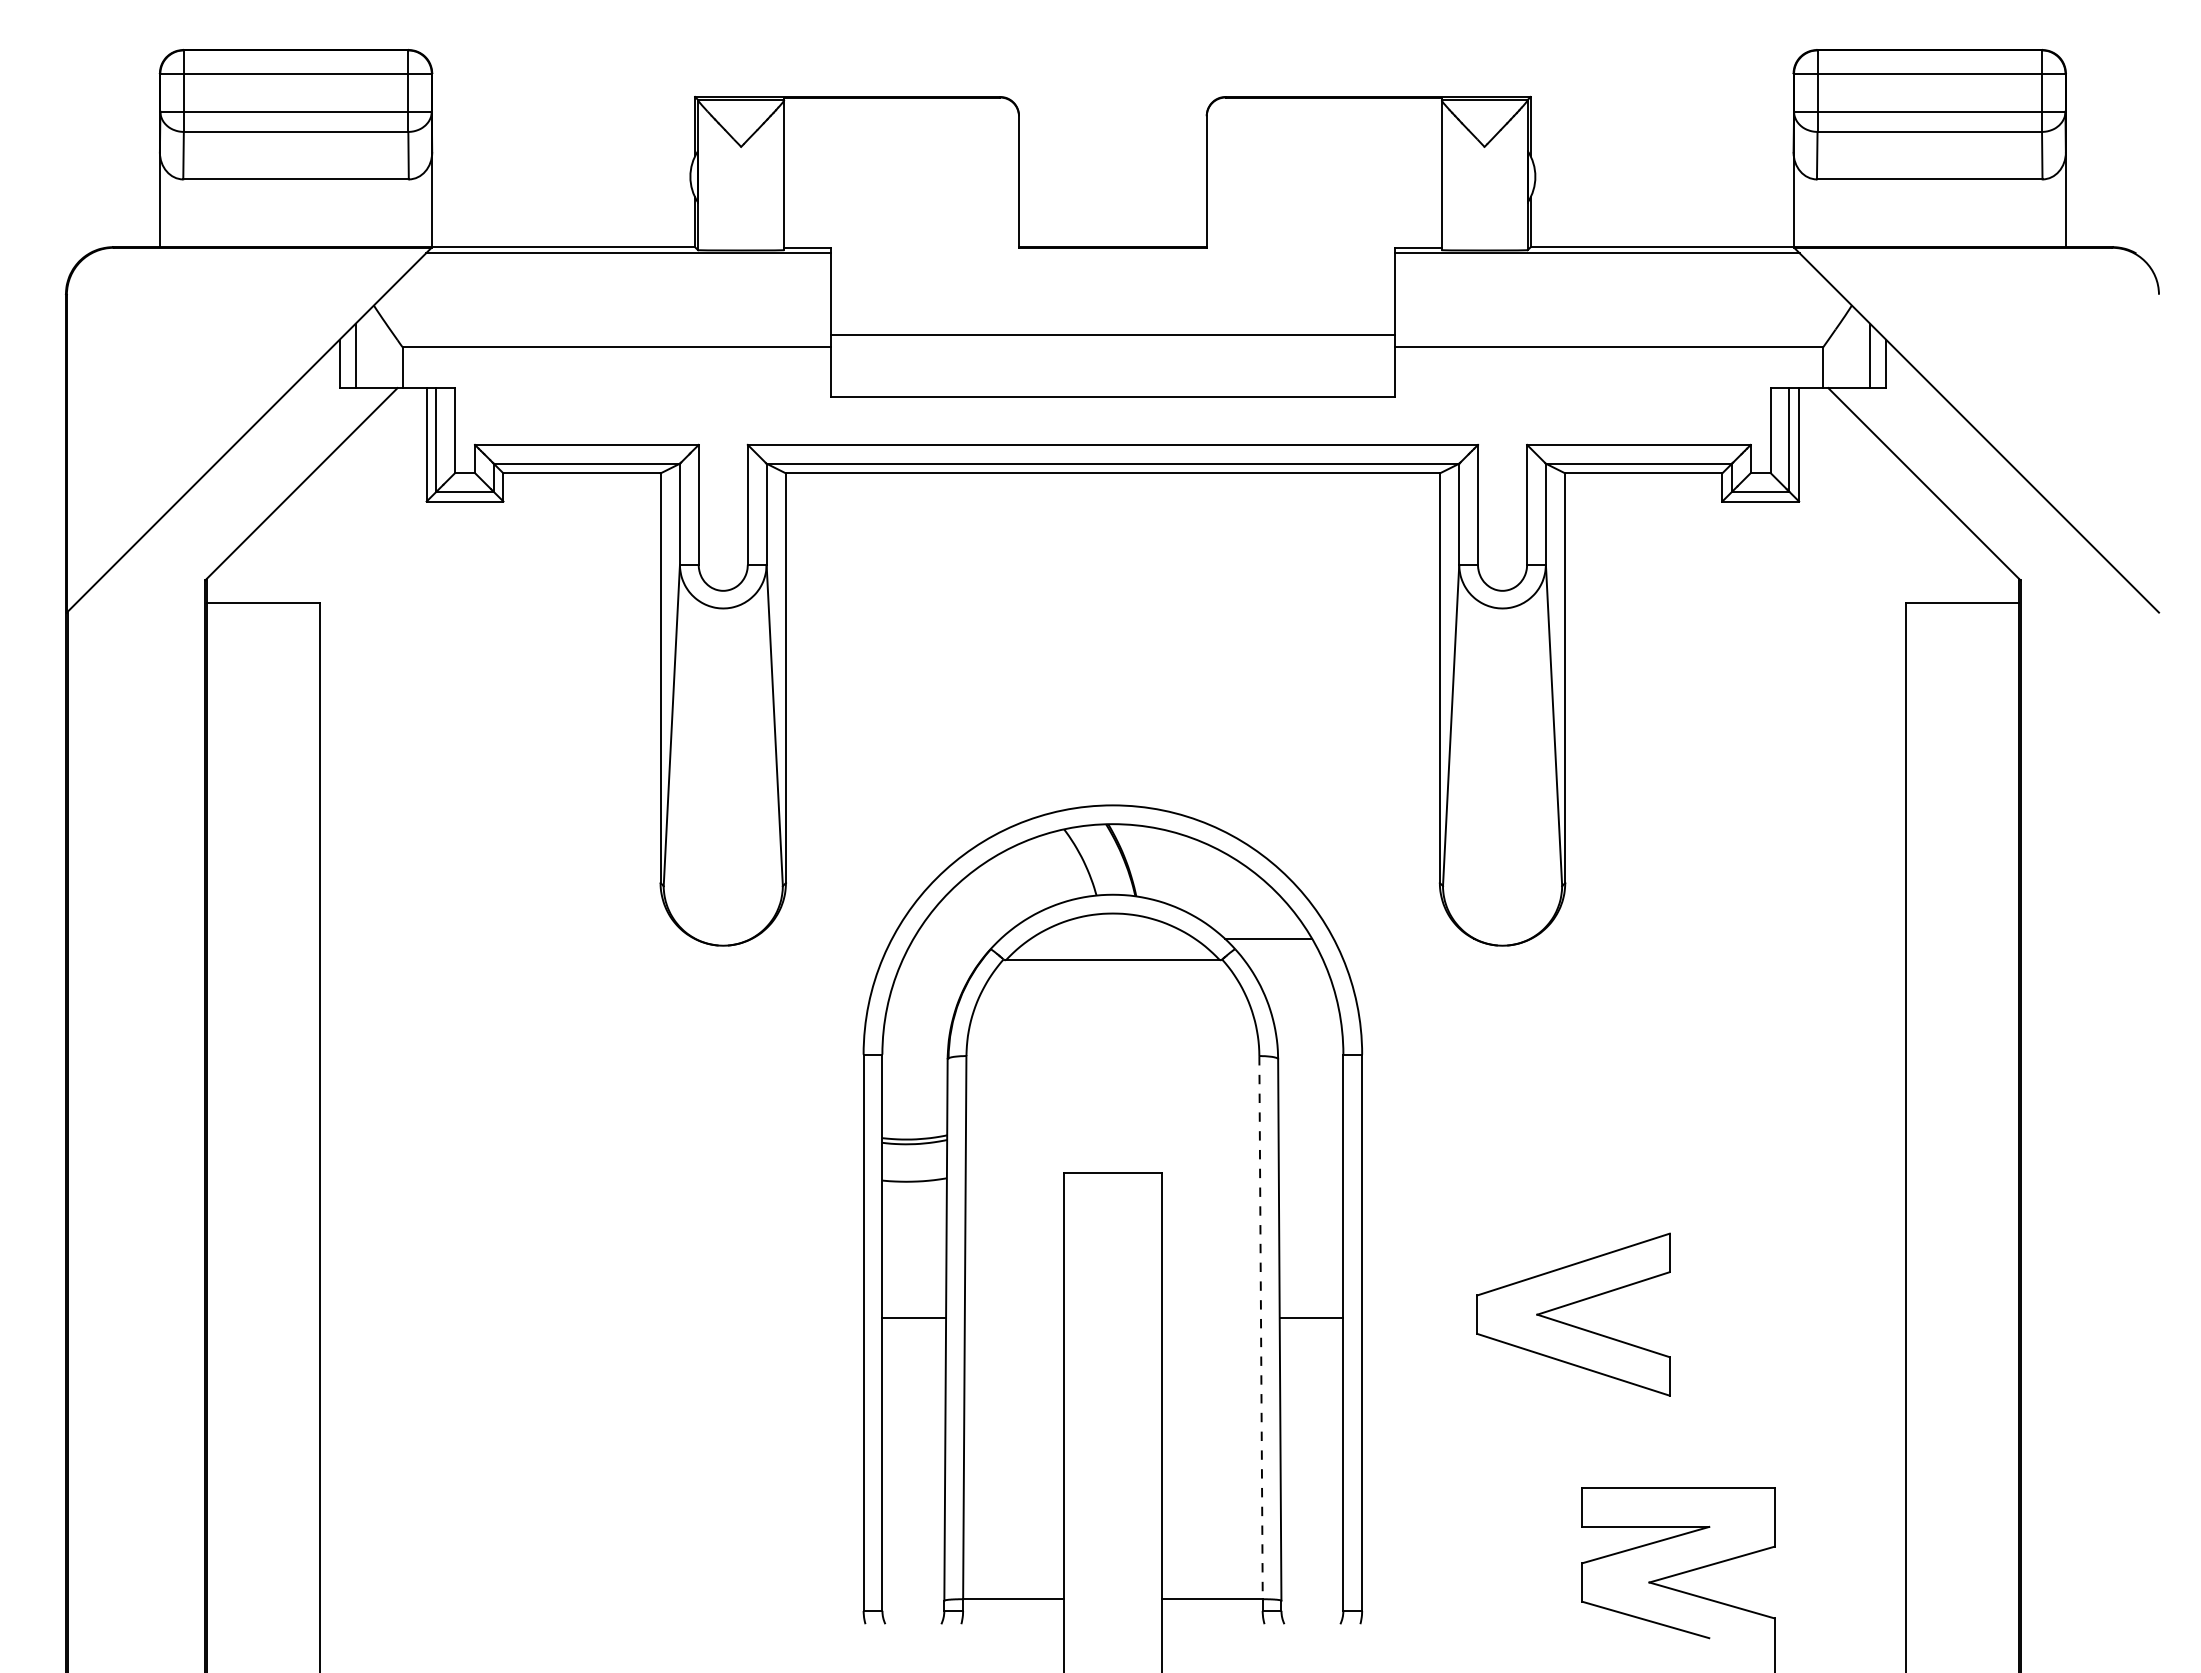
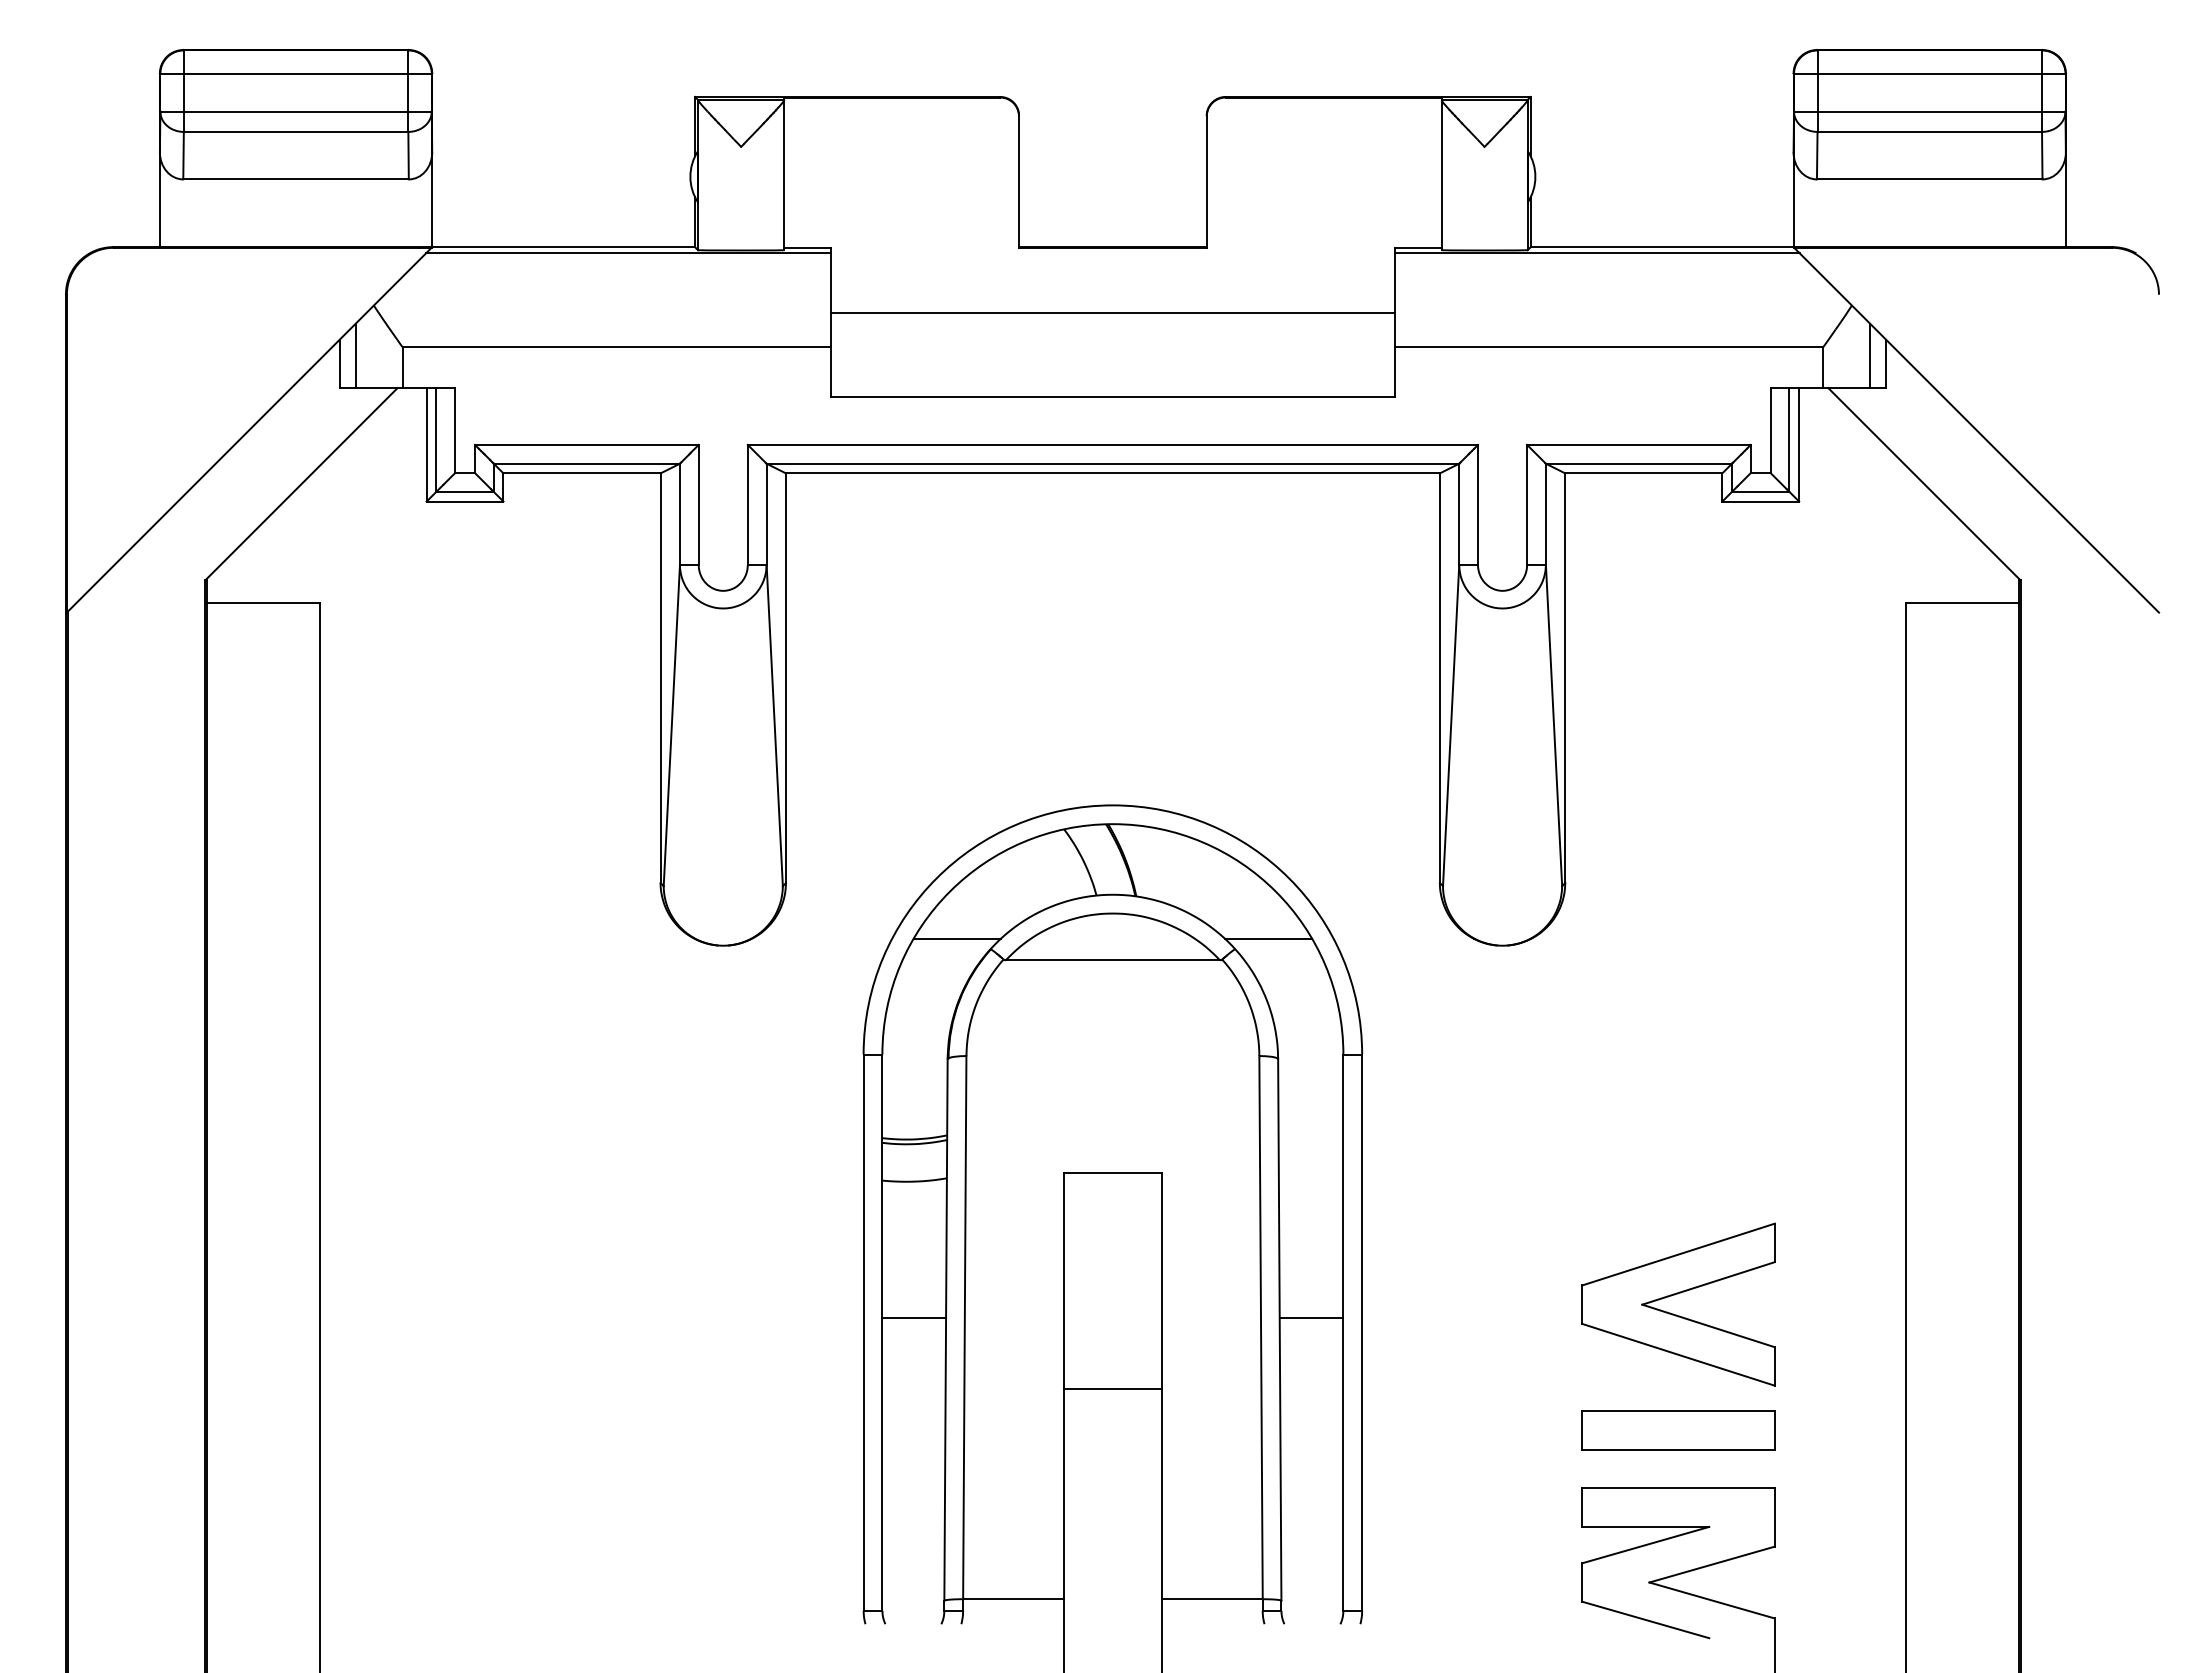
line at (1112, 334) position: (1112, 334) -> (1112, 312)
line at (956, 939): none -> present
part at (1569, 1305) position: (1569, 1305) -> (1674, 1295)
line at (1261, 1327): dashed -> solid
line at (1112, 1389): none -> present
part at (1678, 1430): none -> present
